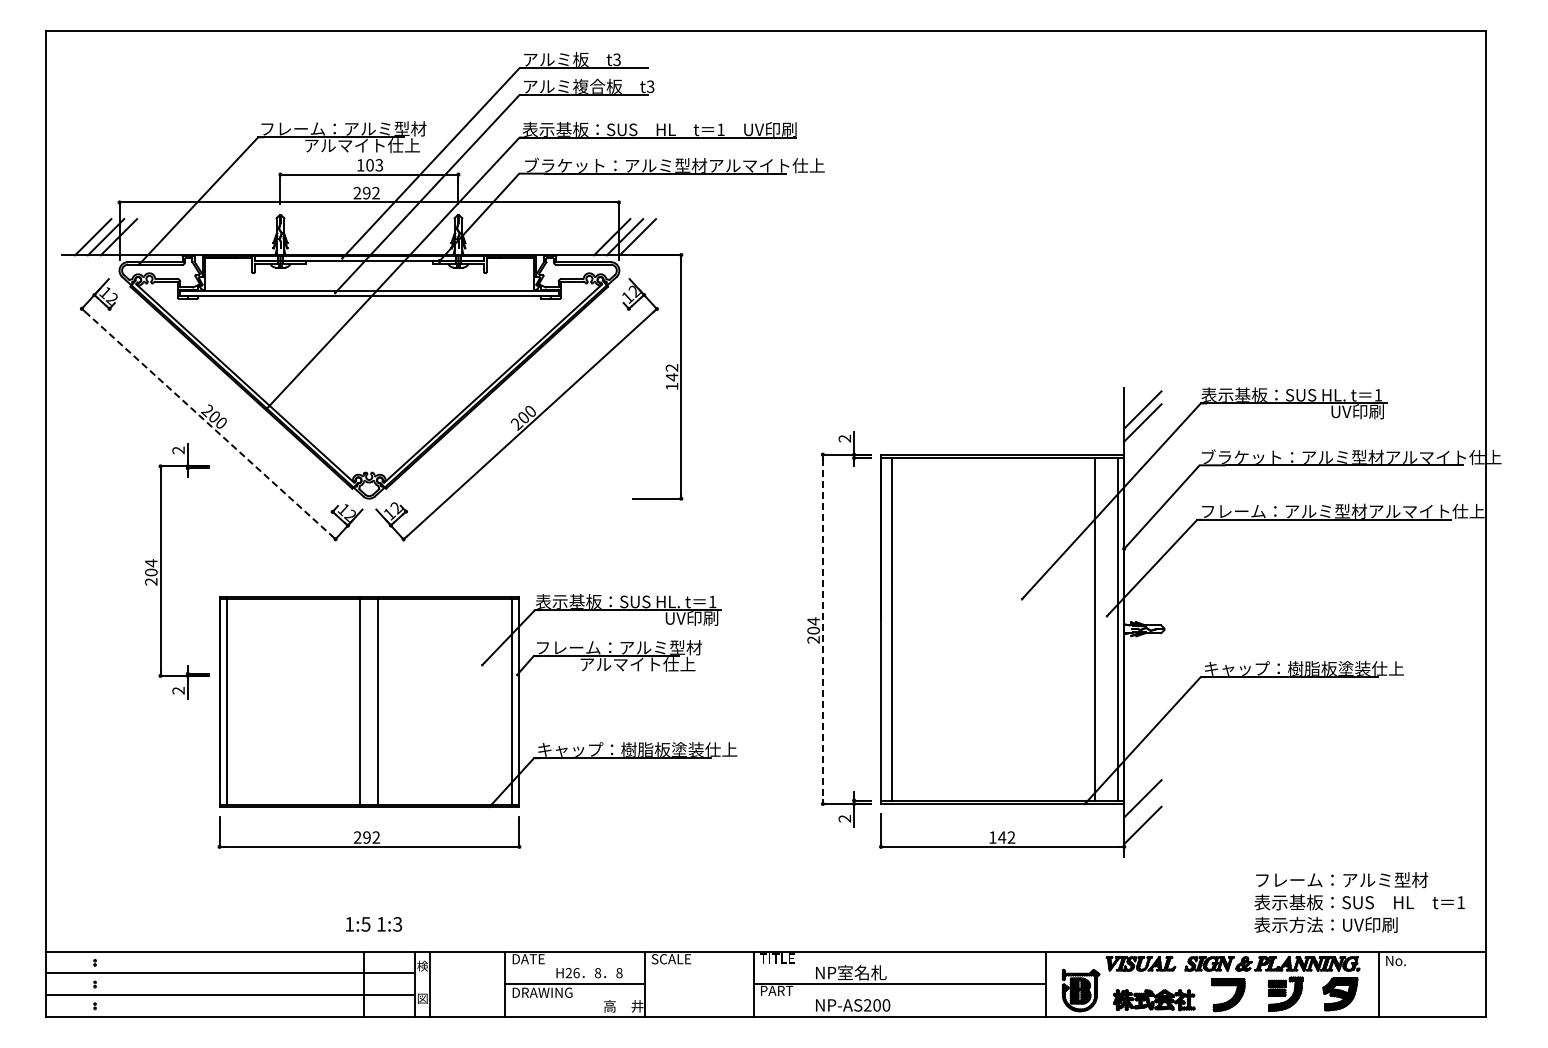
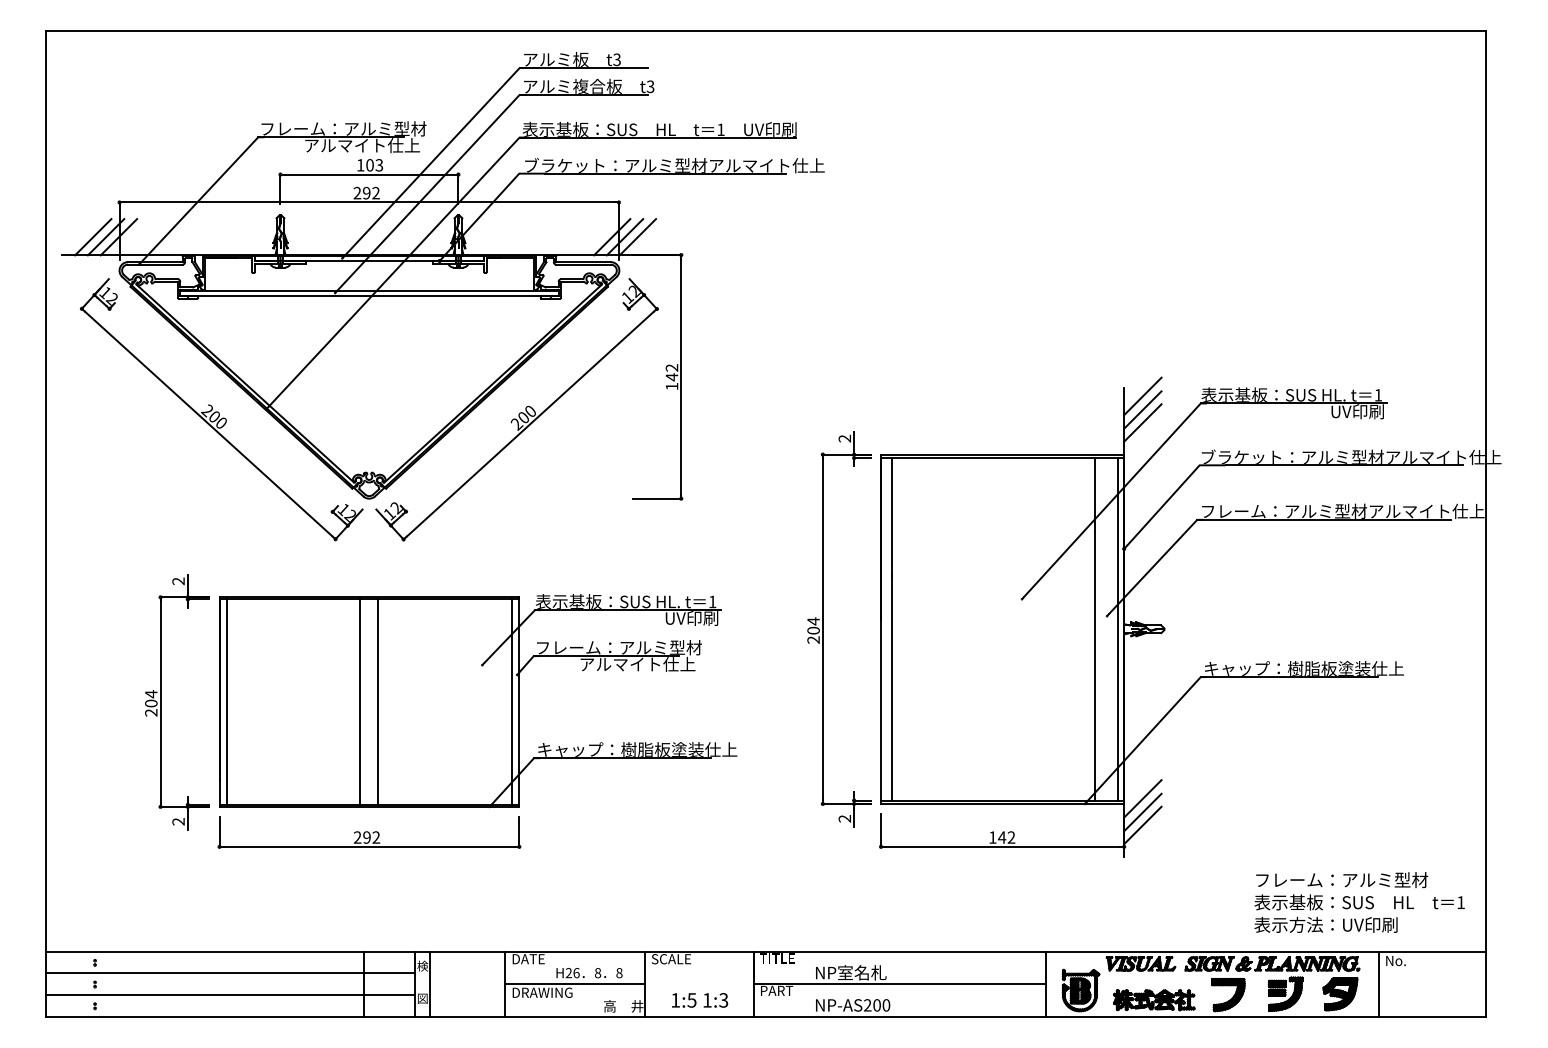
line at (1142, 396): none -> present
line at (209, 424): dashed -> solid
part at (161, 571) position: (161, 571) -> (161, 702)
line at (822, 629): dashed -> solid
line at (1142, 812): none -> present
text at (374, 924) position: (374, 924) -> (700, 1000)
